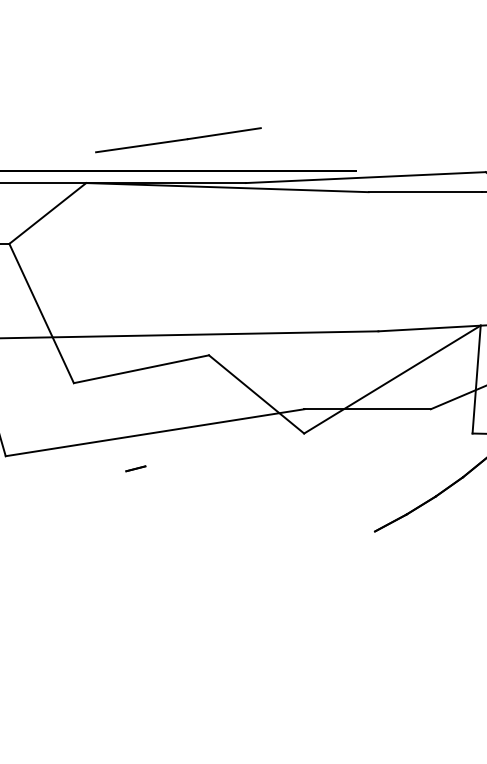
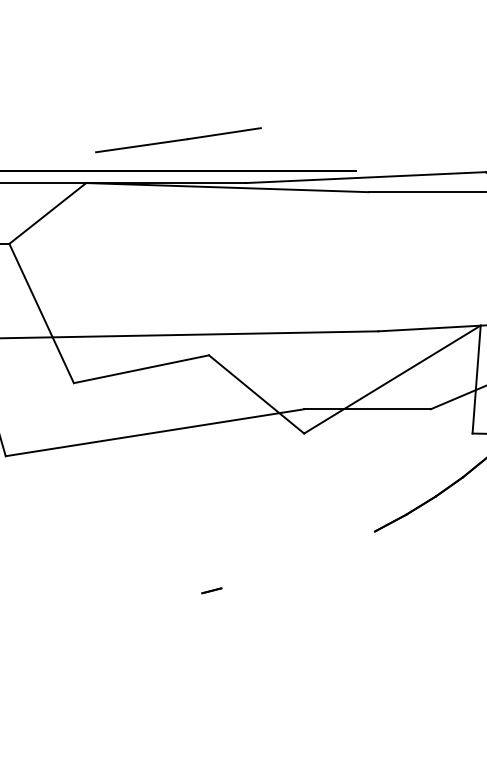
line at (135, 468) position: (135, 468) -> (211, 590)
